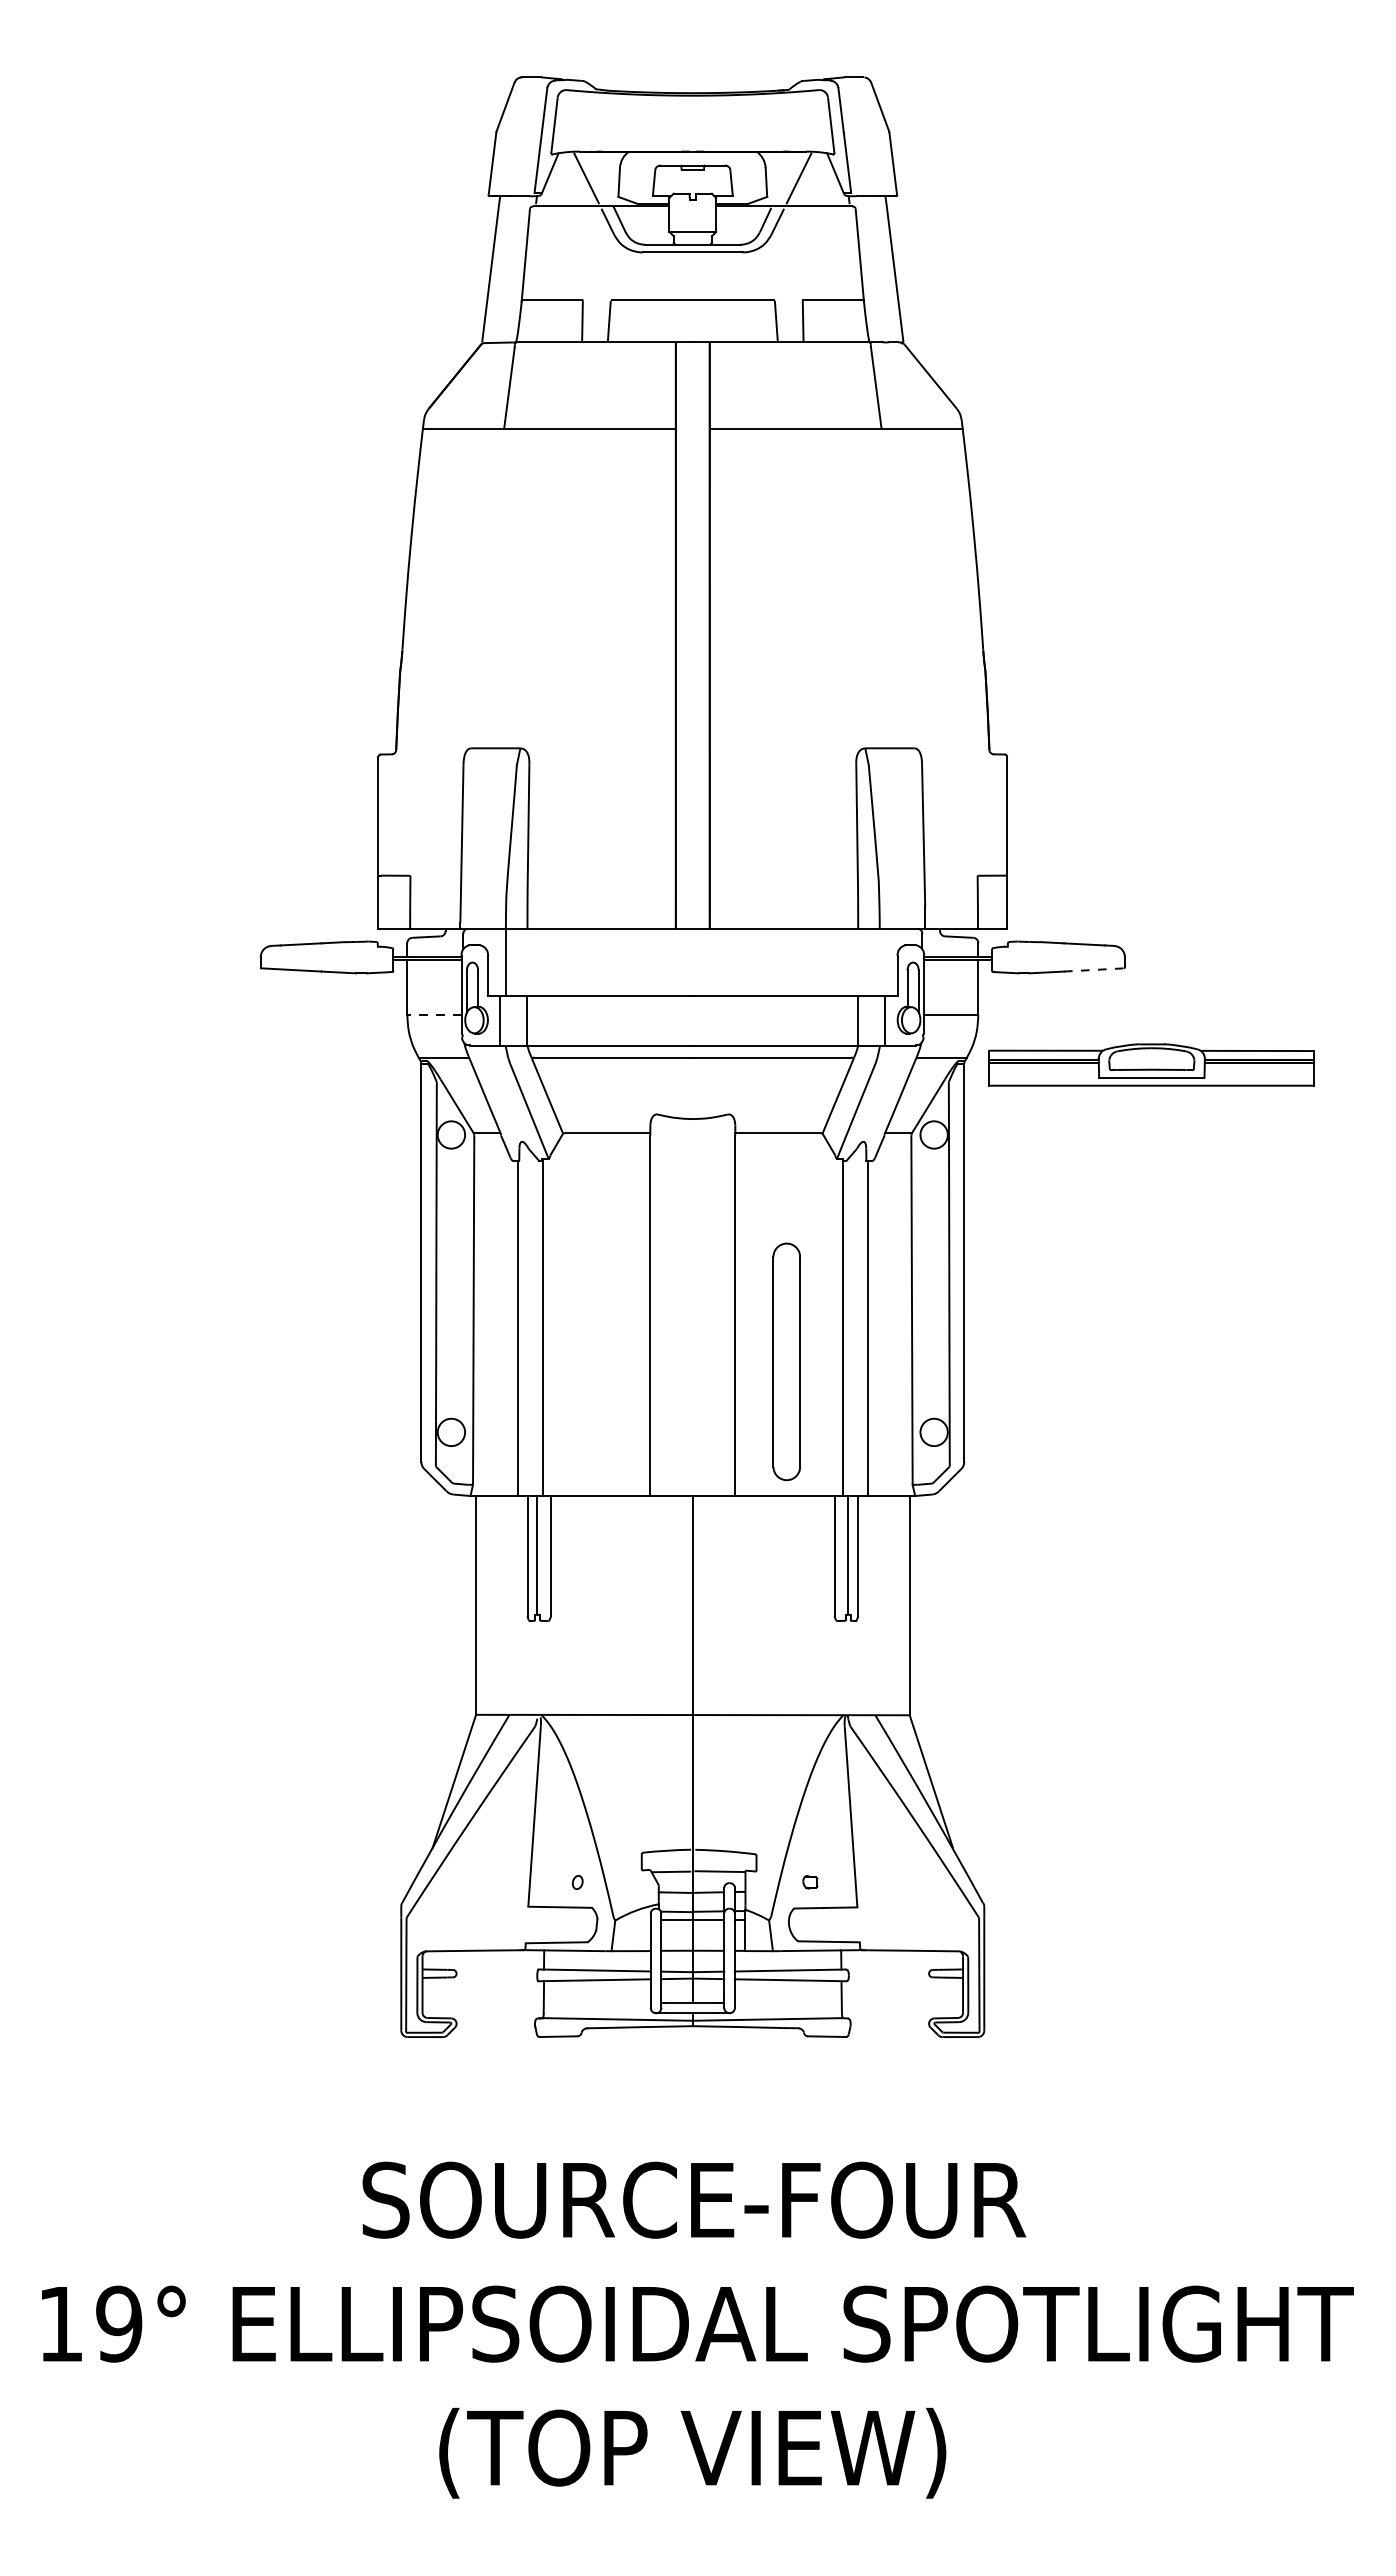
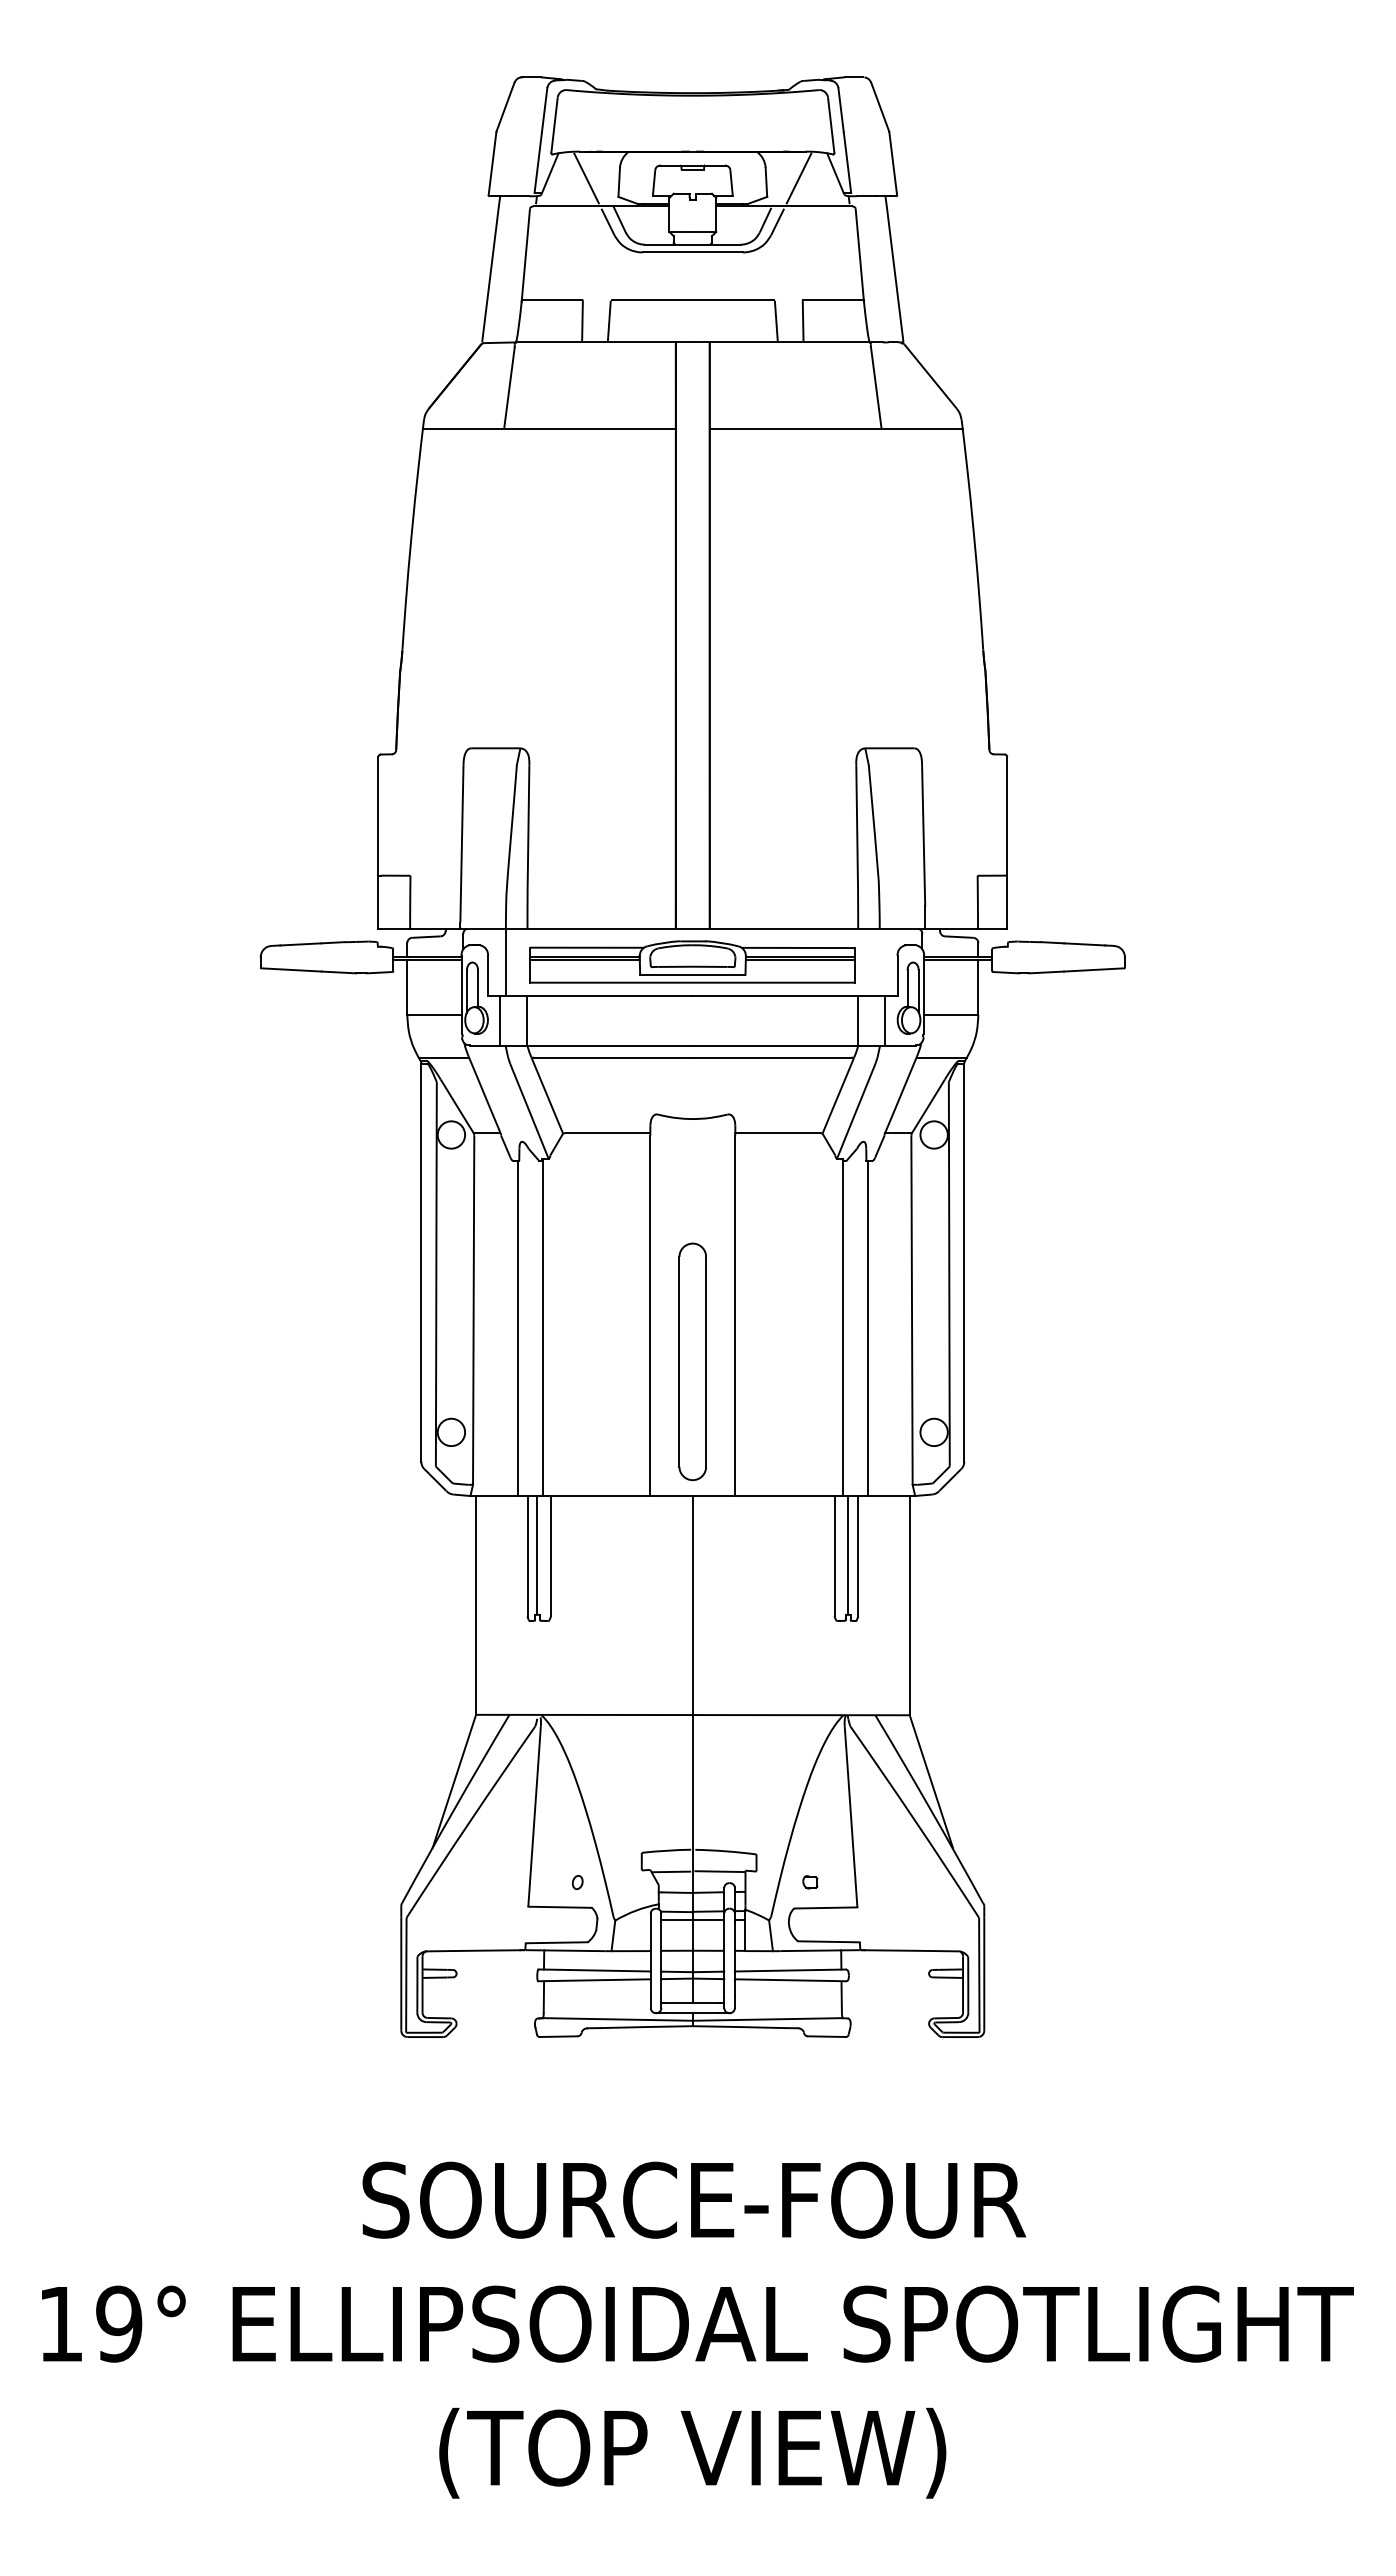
line at (1094, 969): dashed -> solid
line at (434, 1015): dashed -> solid
part at (1151, 1064) position: (1151, 1064) -> (692, 961)
part at (786, 1361) position: (786, 1361) -> (692, 1361)
